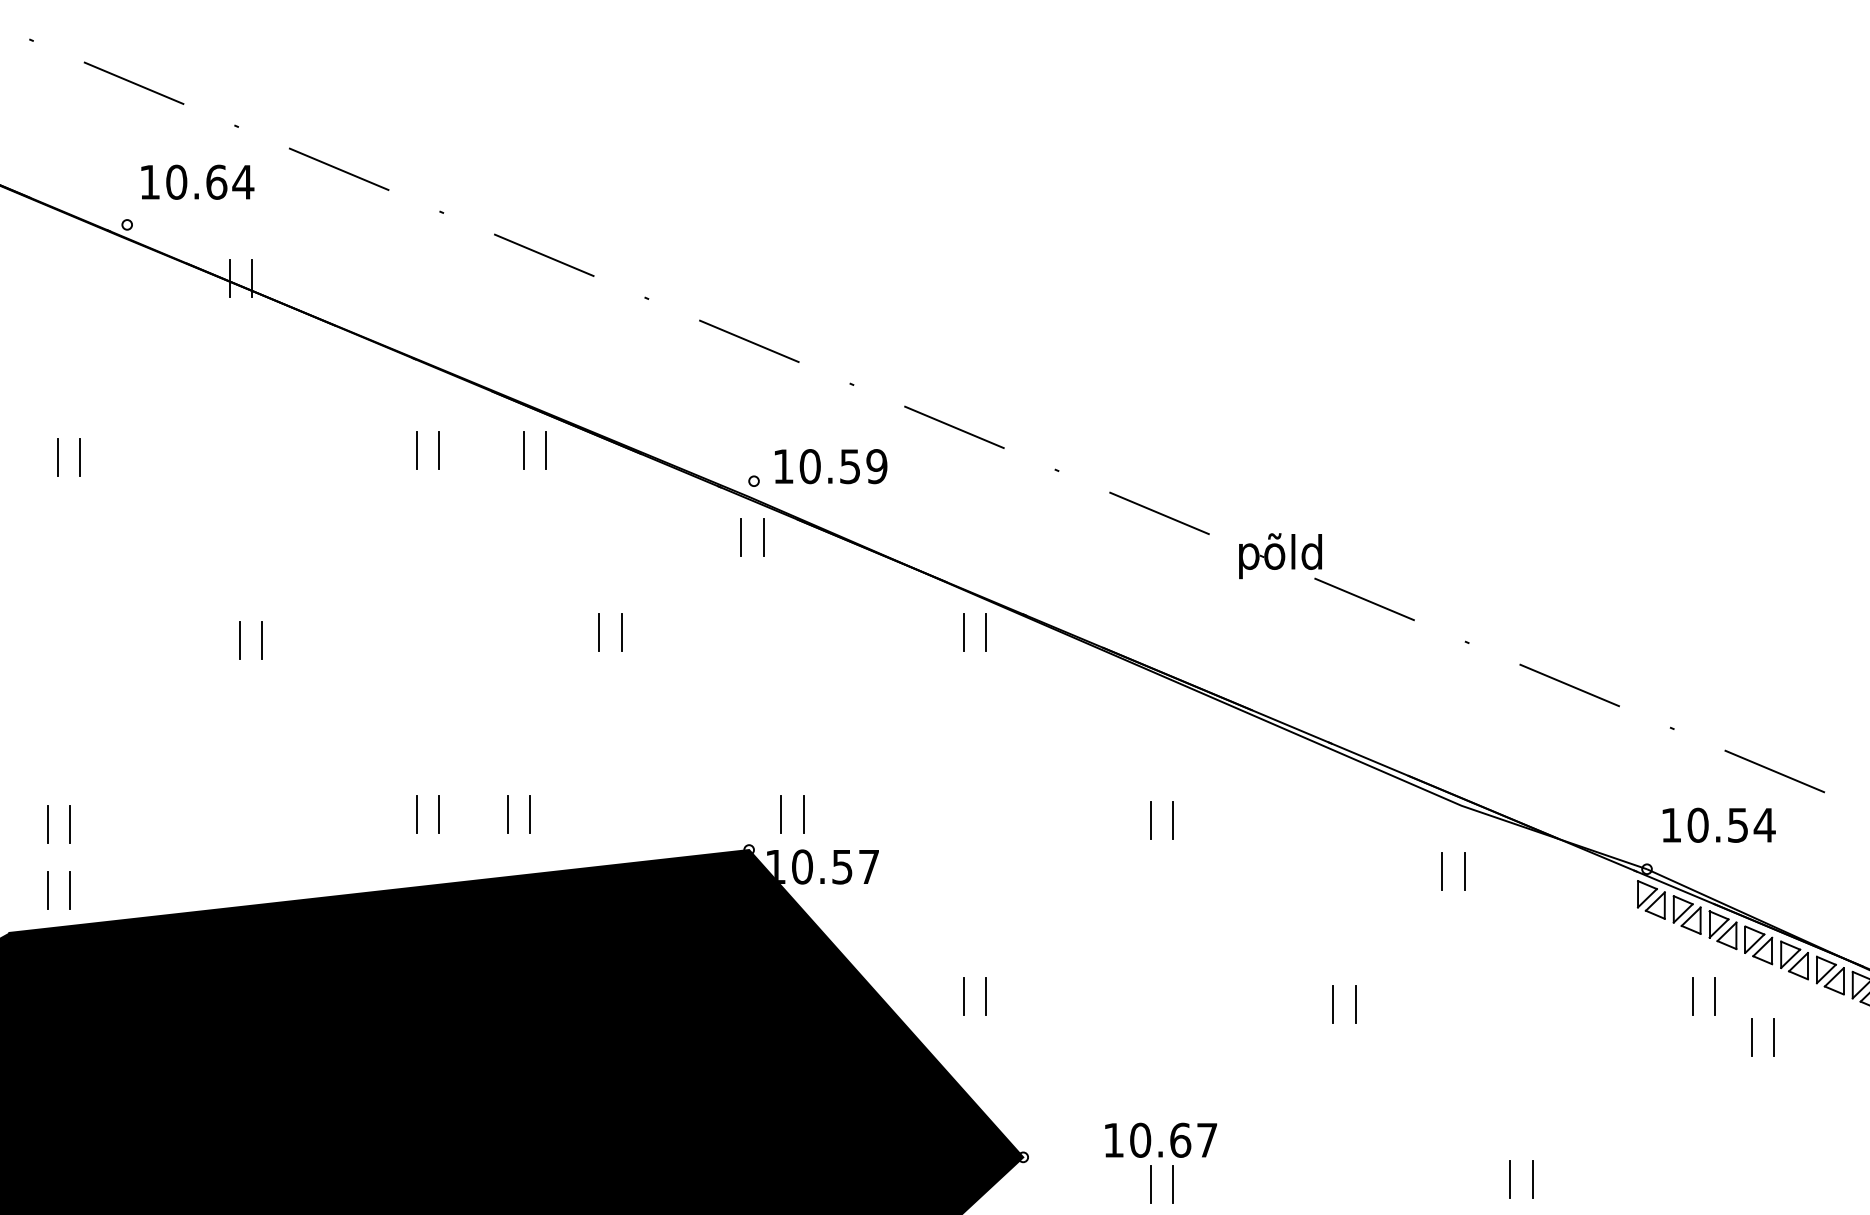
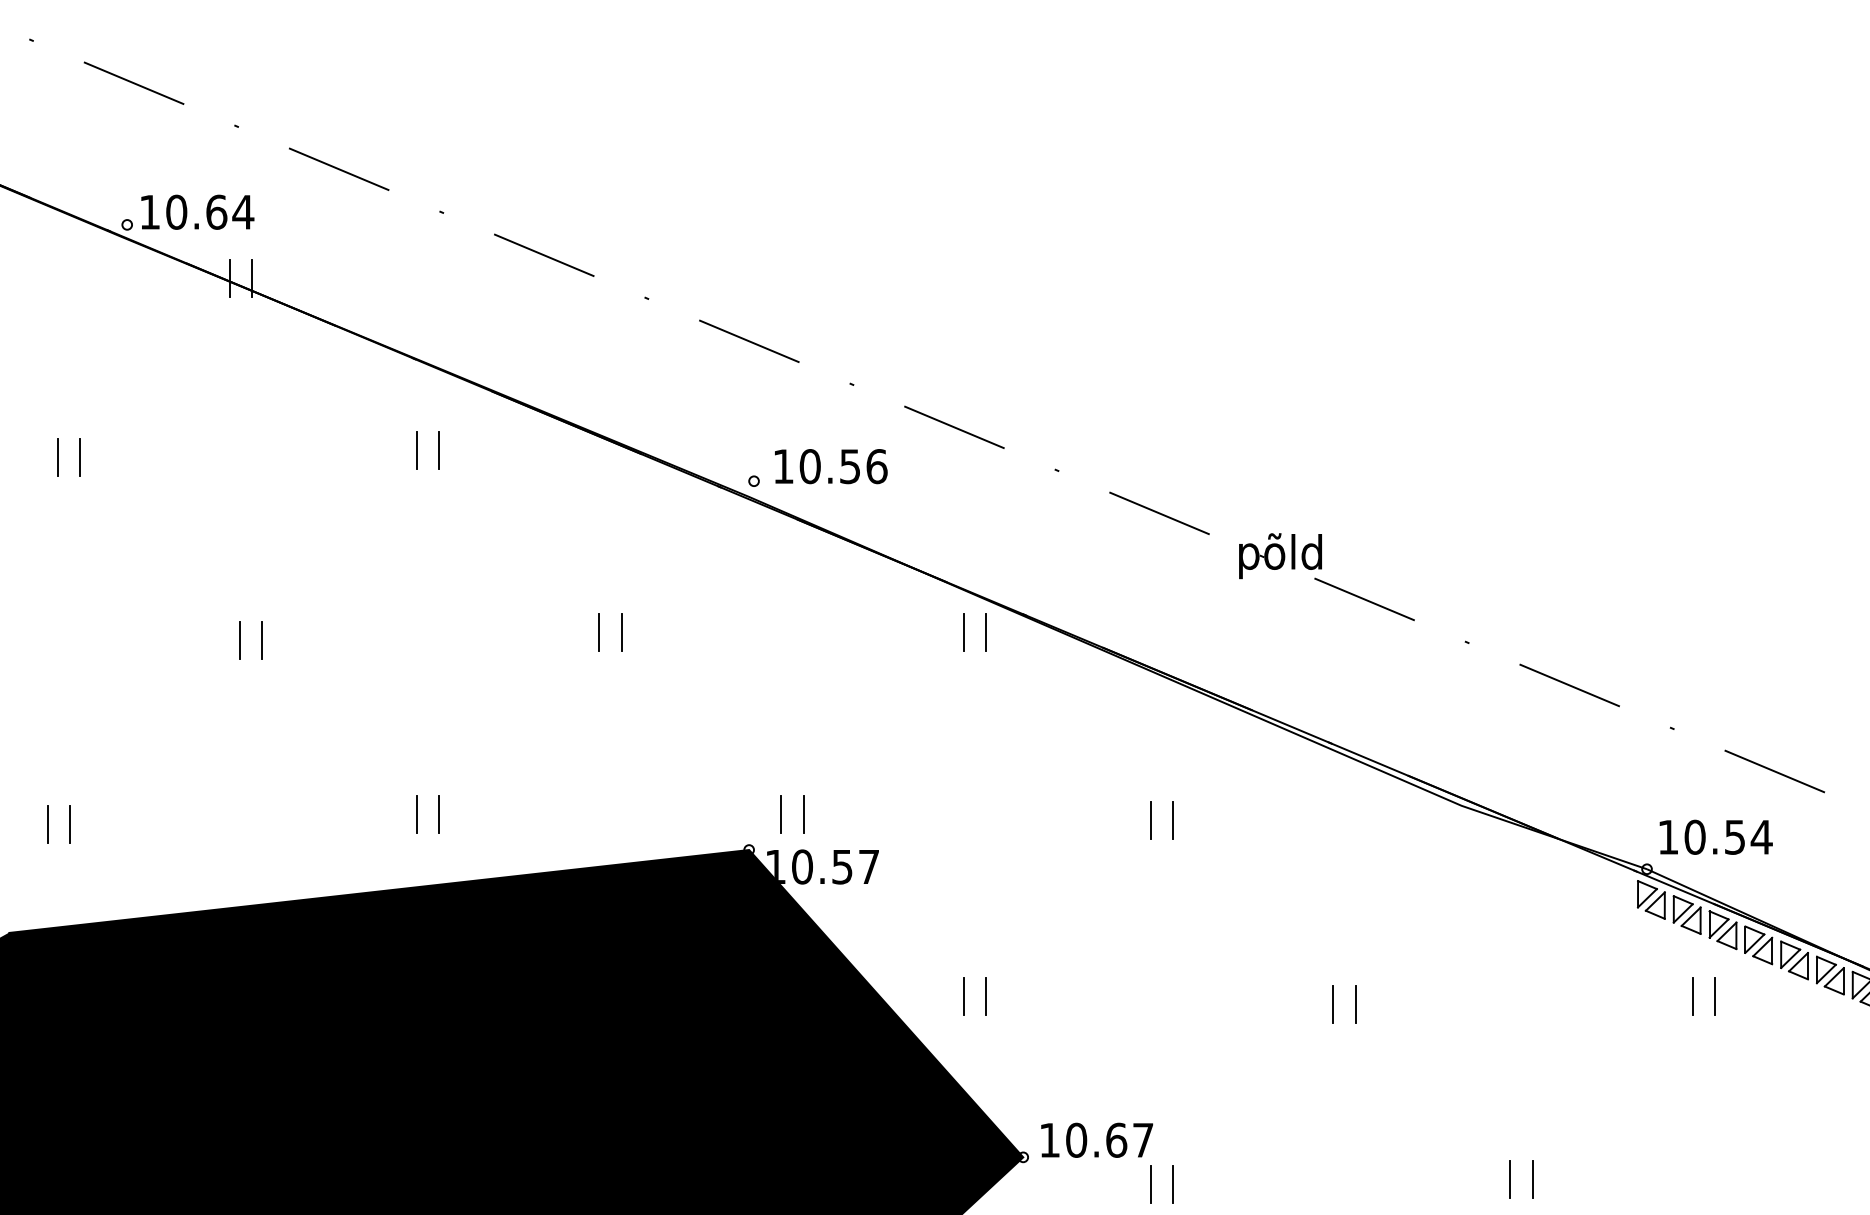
text at (197, 181) position: (197, 181) -> (197, 211)
part at (524, 450): present -> none
text at (876, 466): 10.59 -> 10.56
part at (741, 537): present -> none
part at (508, 814): present -> none
text at (1718, 824) position: (1718, 824) -> (1715, 836)
part at (1442, 871): present -> none
part at (48, 890): present -> none
part at (1752, 1037): present -> none
text at (1161, 1139) position: (1161, 1139) -> (1097, 1139)
